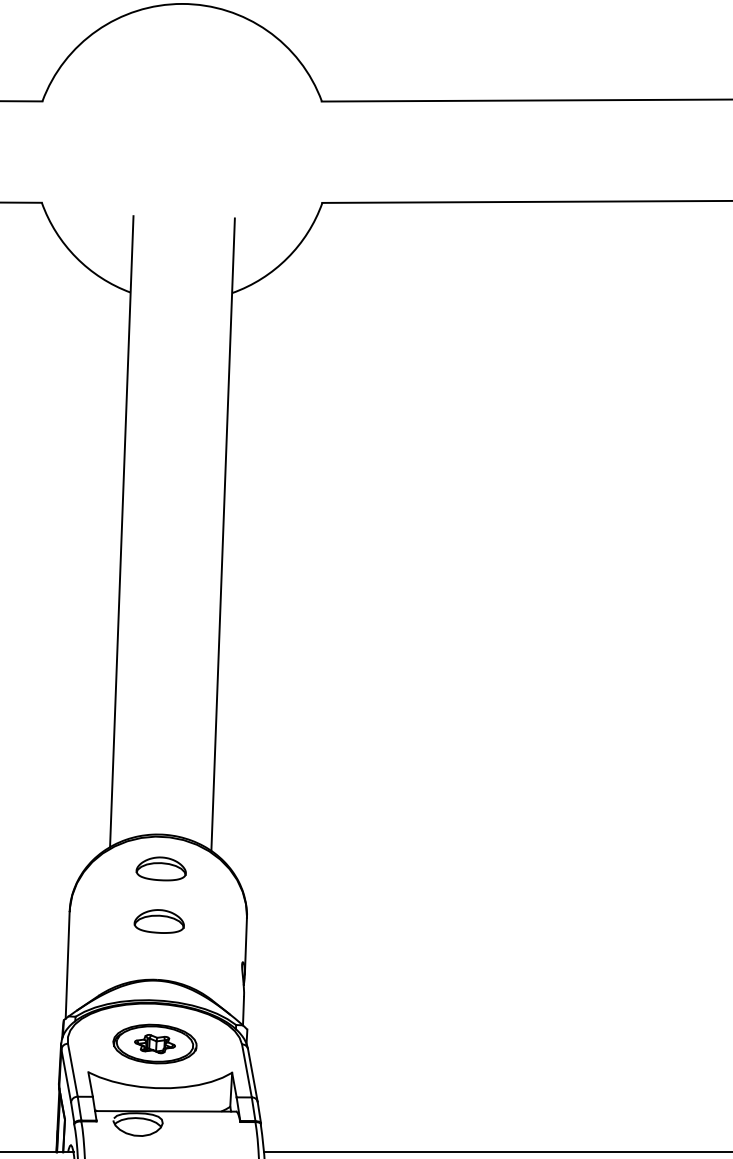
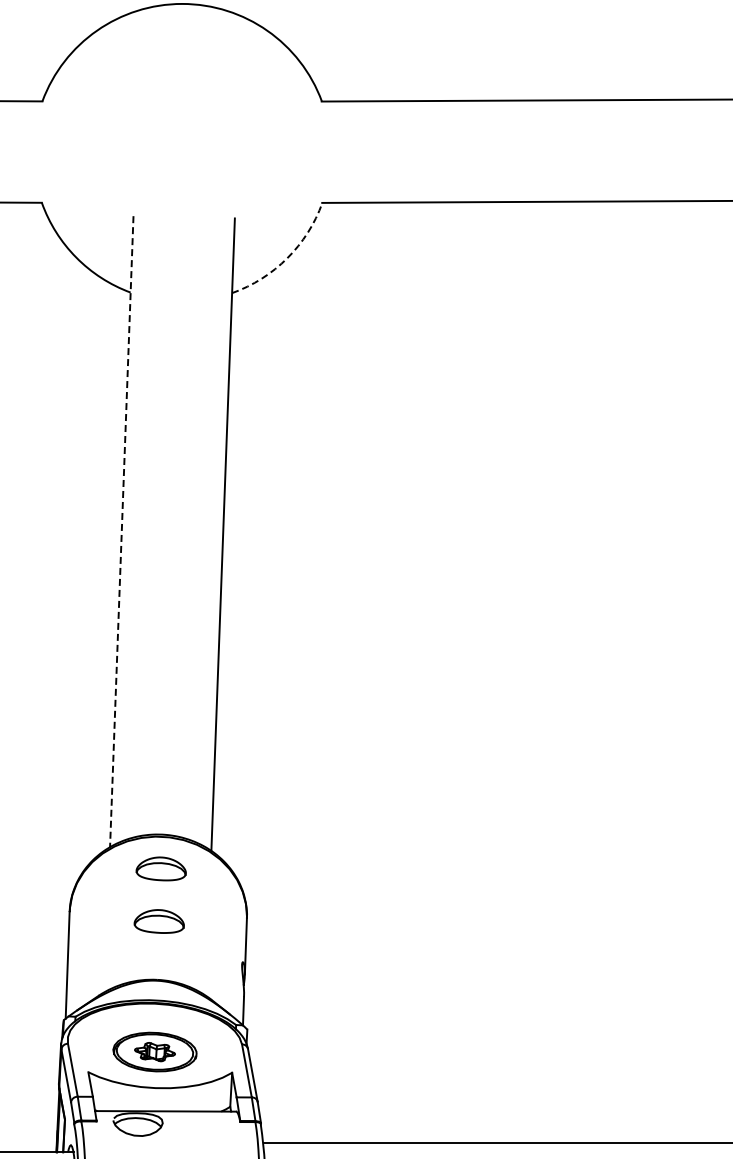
arc at (287, 258): solid -> dashed
line at (121, 531): solid -> dashed
part at (154, 1043) position: (154, 1043) -> (154, 1051)
line at (496, 1152) position: (496, 1152) -> (496, 1143)
